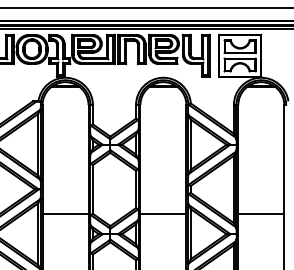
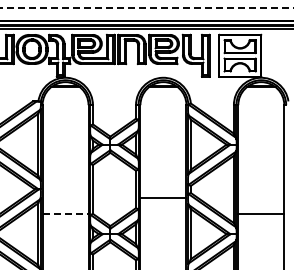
line at (147, 8): solid -> dashed
line at (65, 213): solid -> dashed
line at (163, 213) position: (163, 213) -> (163, 197)
